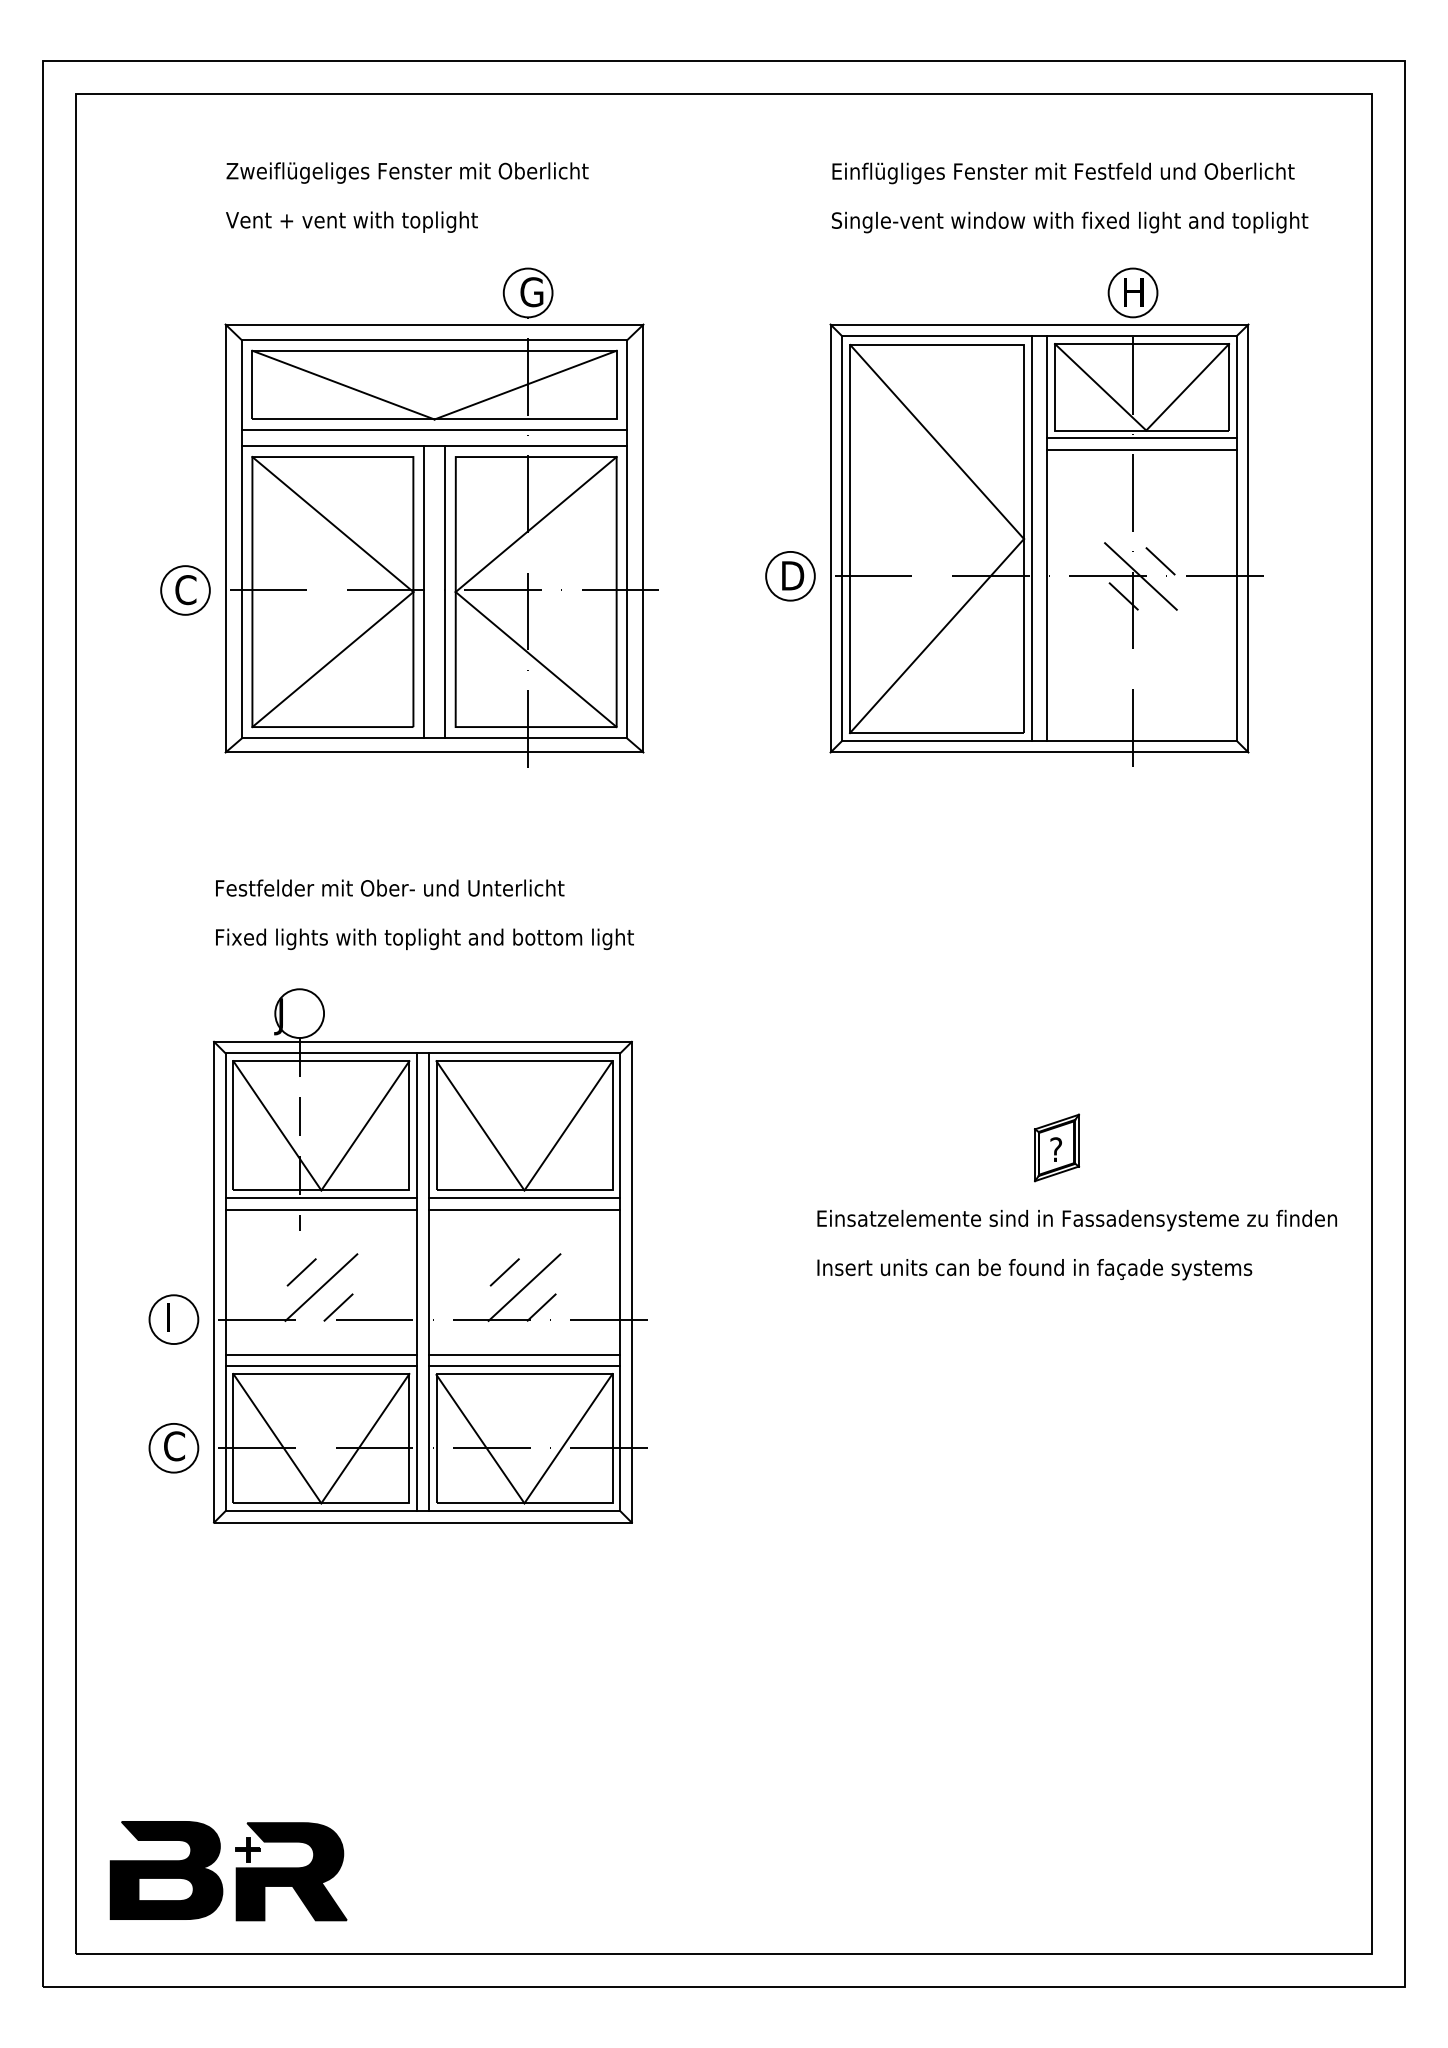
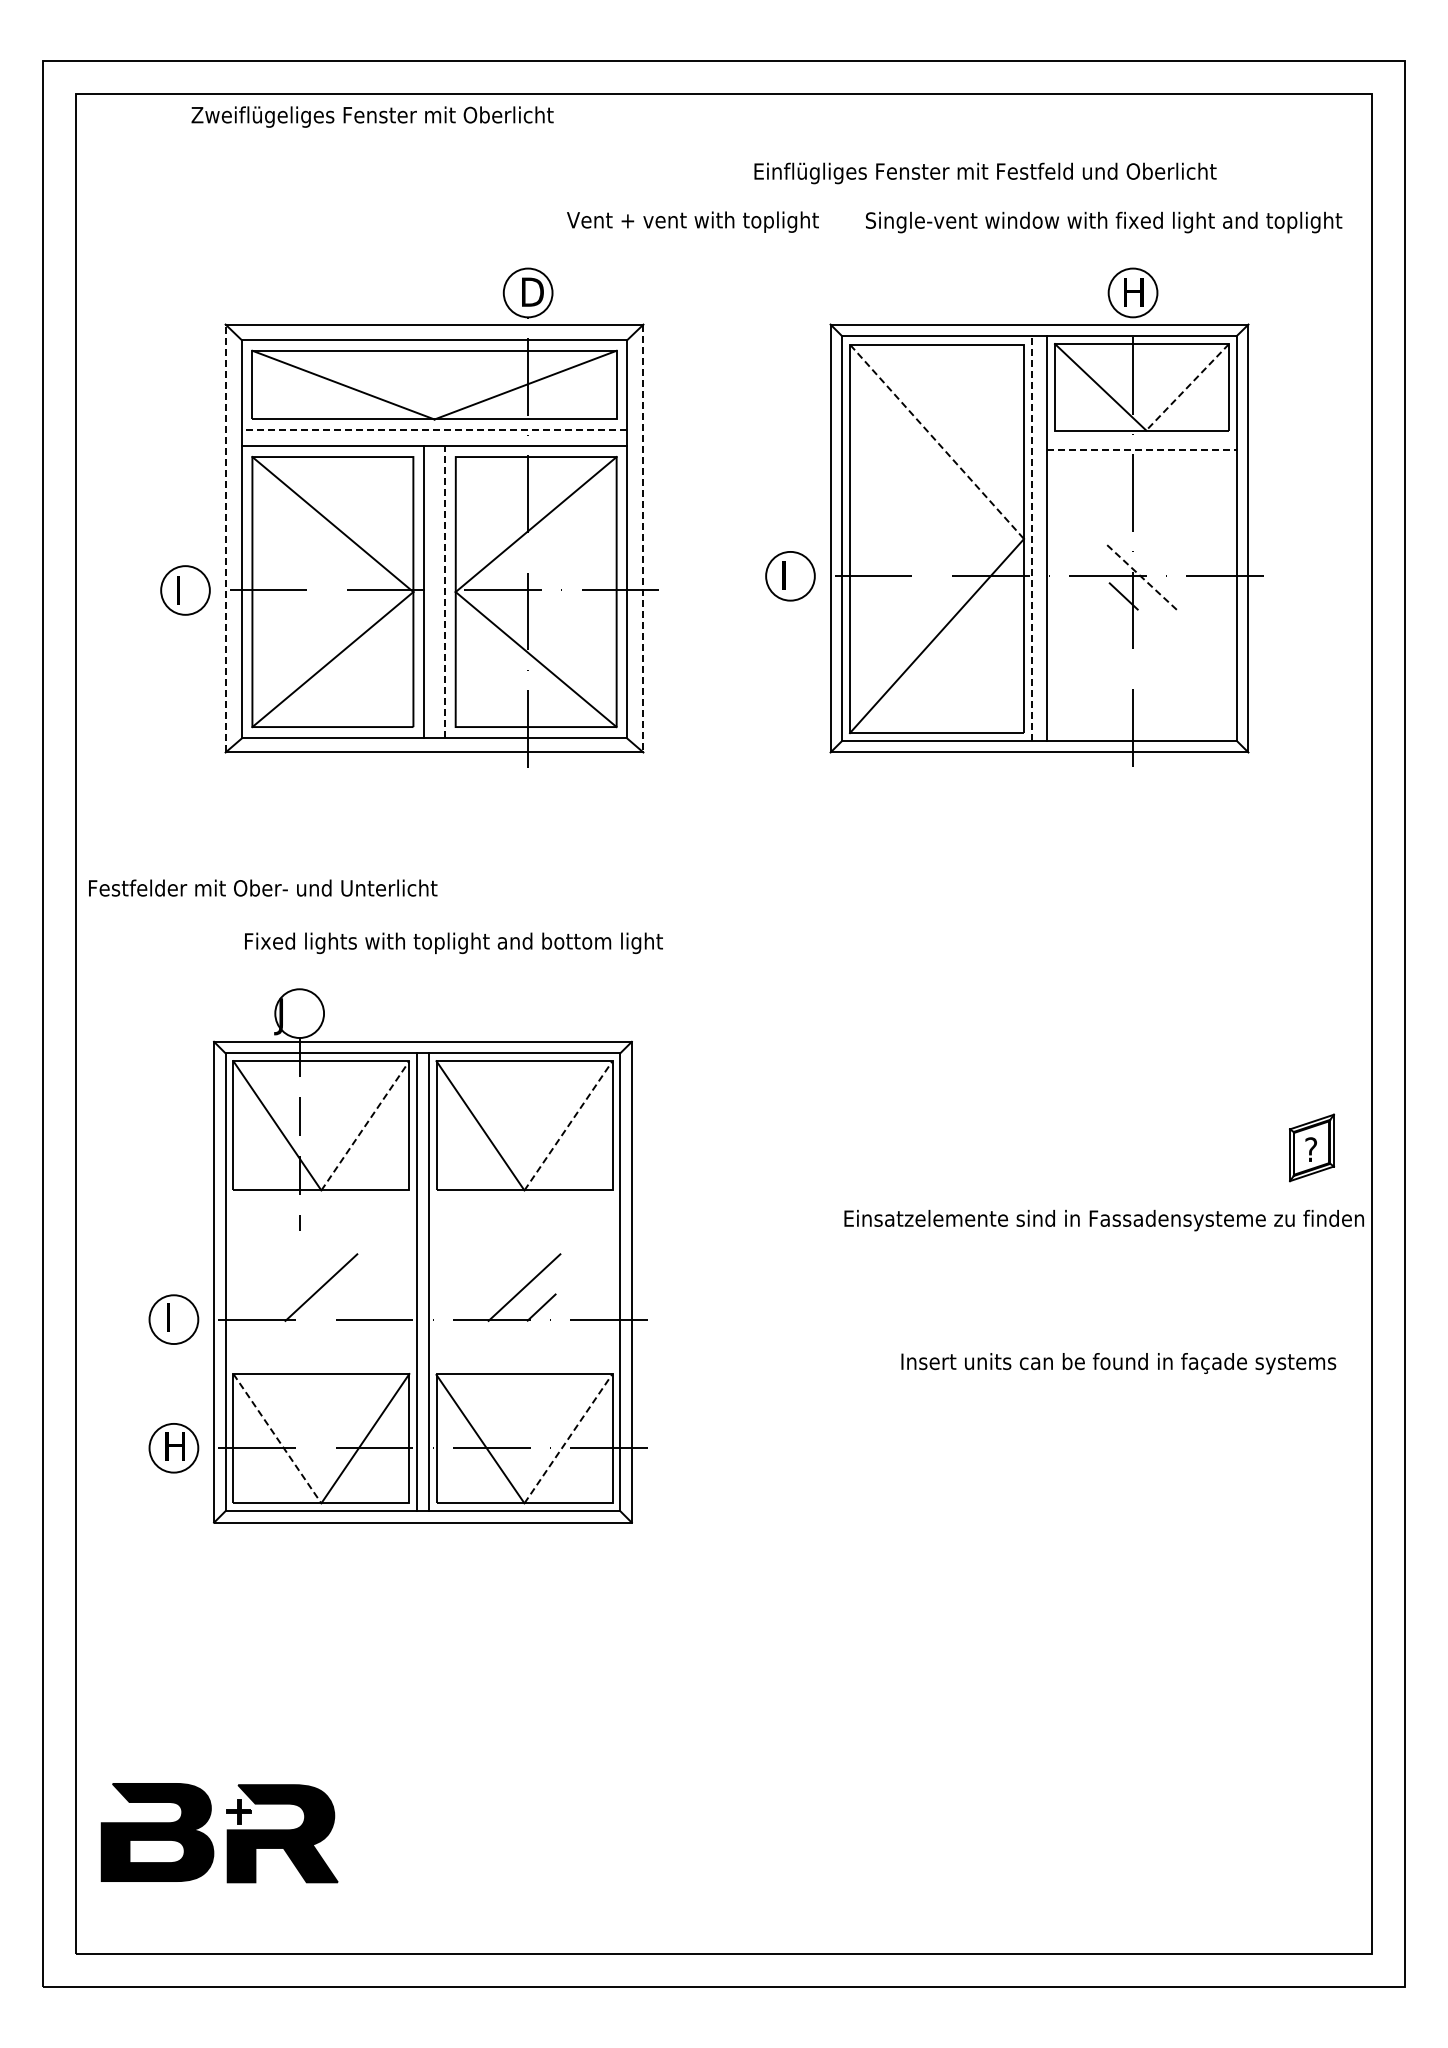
text at (407, 172) position: (407, 172) -> (372, 116)
text at (1063, 173) position: (1063, 173) -> (985, 173)
text at (351, 221) position: (351, 221) -> (692, 221)
text at (1070, 222) position: (1070, 222) -> (1104, 222)
text at (531, 292): G -> D
line at (1187, 387): solid -> dashed
line at (434, 430): solid -> dashed
line at (1141, 438): present -> none
line at (937, 442): solid -> dashed
line at (1142, 449): solid -> dashed
line at (225, 538): solid -> dashed
line at (643, 538): solid -> dashed
line at (1031, 538): solid -> dashed
line at (1160, 561): present -> none
text at (793, 575): D -> I
line at (1140, 576): solid -> dashed
text at (185, 590): C -> I
line at (445, 591): solid -> dashed
text at (390, 887) position: (390, 887) -> (263, 887)
text at (424, 939) position: (424, 939) -> (453, 943)
line at (365, 1125): solid -> dashed
line at (568, 1125): solid -> dashed
part at (1056, 1147) position: (1056, 1147) -> (1311, 1147)
line at (321, 1198): present -> none
line at (524, 1198): present -> none
line at (321, 1209): present -> none
line at (524, 1209): present -> none
text at (1076, 1220) position: (1076, 1220) -> (1103, 1220)
text at (1034, 1269) position: (1034, 1269) -> (1118, 1363)
line at (301, 1272): present -> none
line at (504, 1272): present -> none
line at (338, 1307): present -> none
line at (321, 1354): present -> none
line at (524, 1354): present -> none
line at (321, 1366): present -> none
line at (524, 1366): present -> none
line at (568, 1438): solid -> dashed
line at (277, 1439): solid -> dashed
text at (174, 1446): C -> H
part at (235, 1871) position: (235, 1871) -> (226, 1833)
